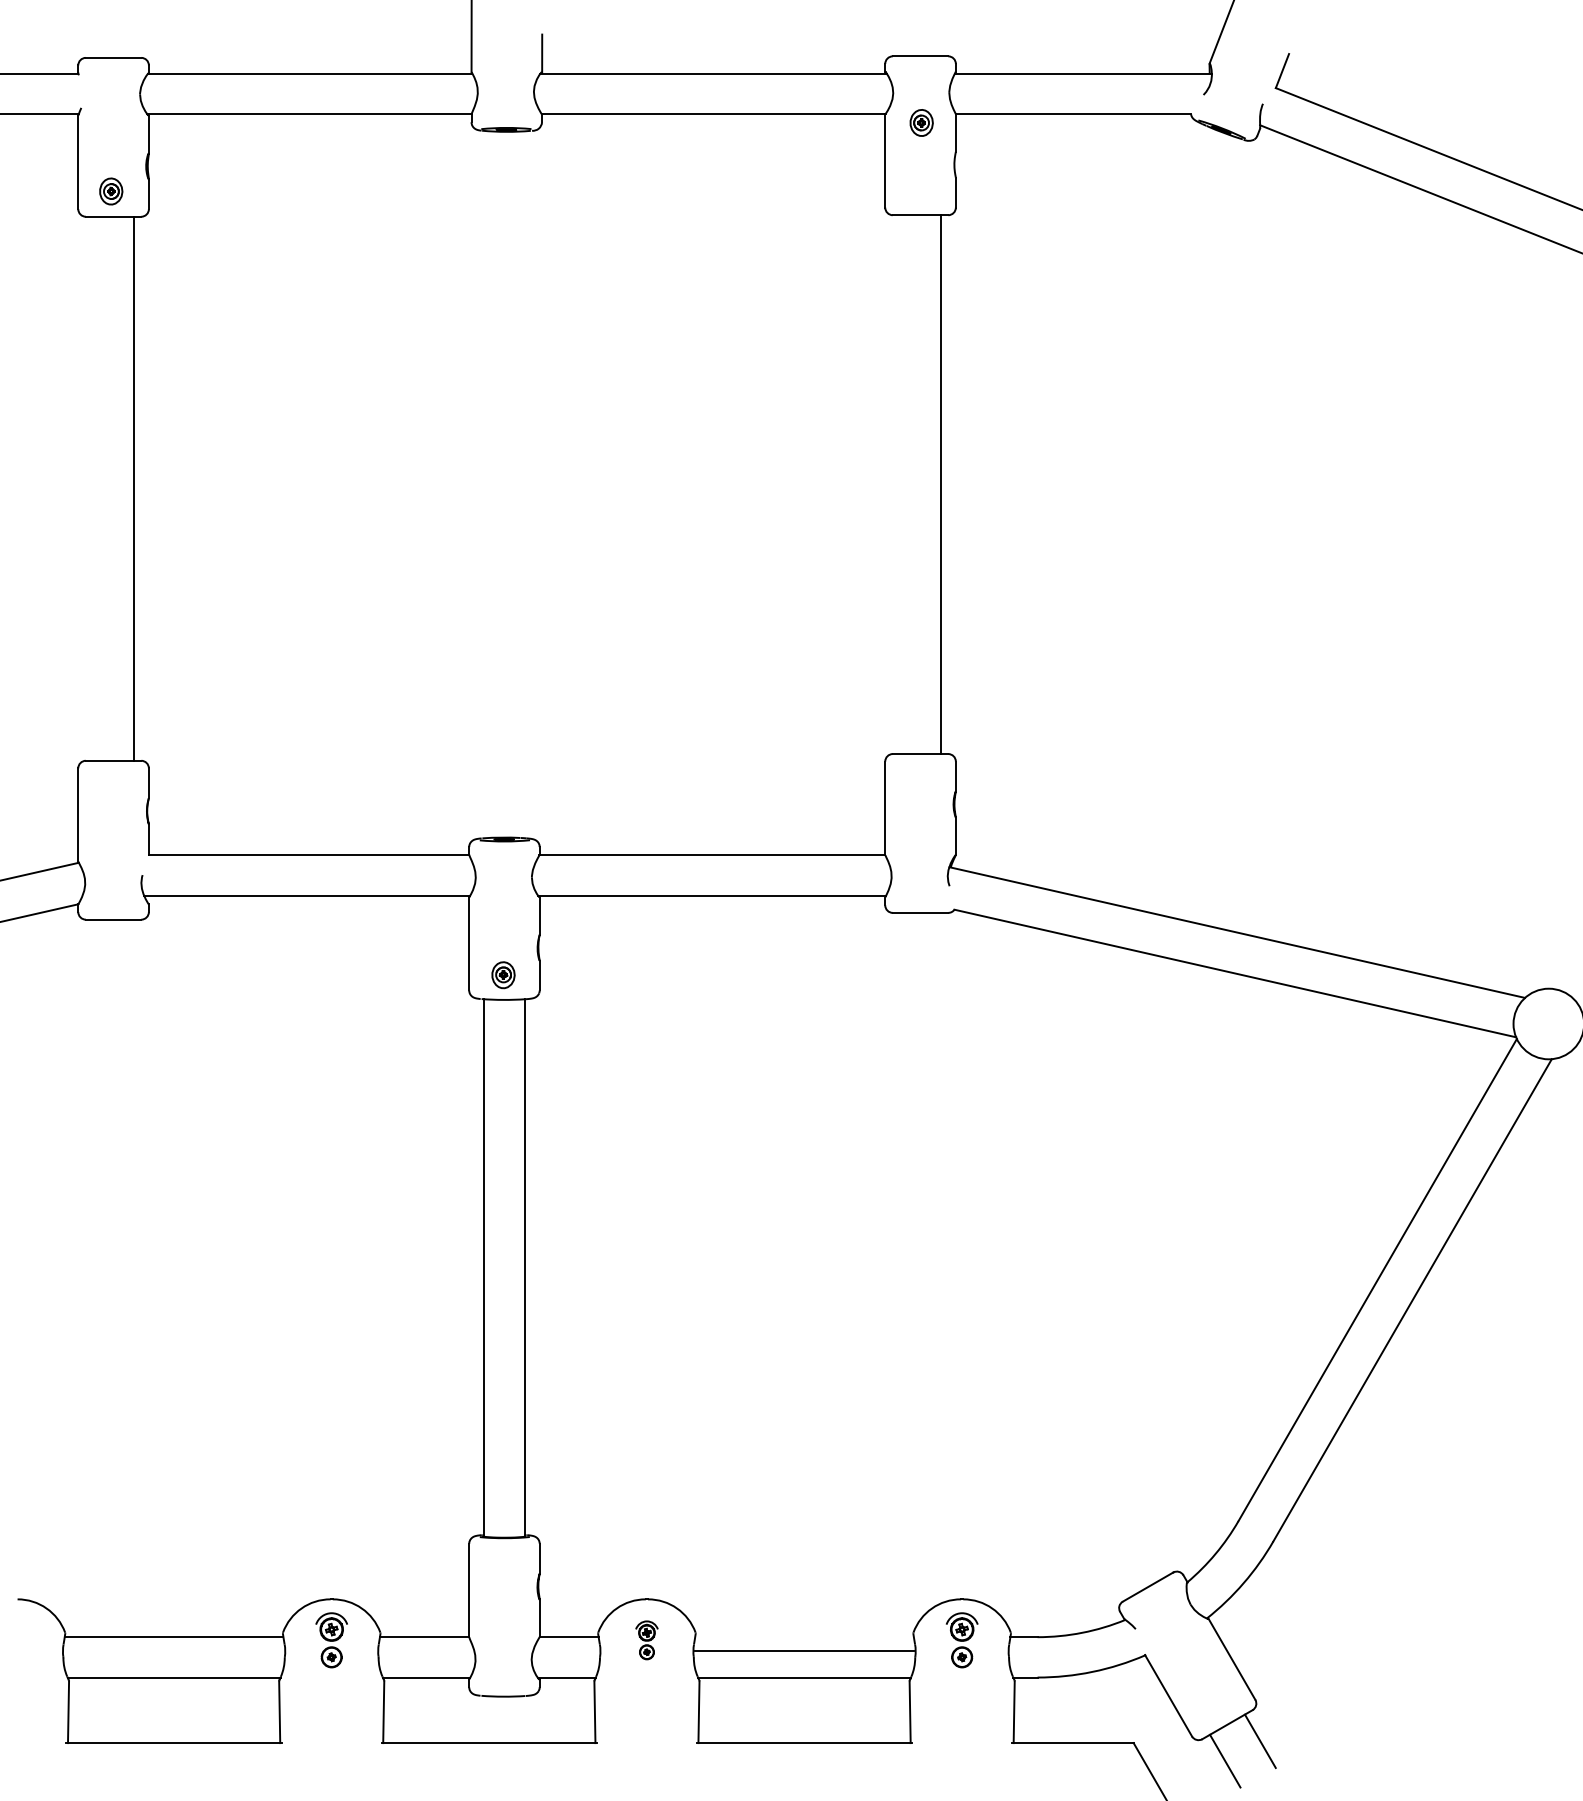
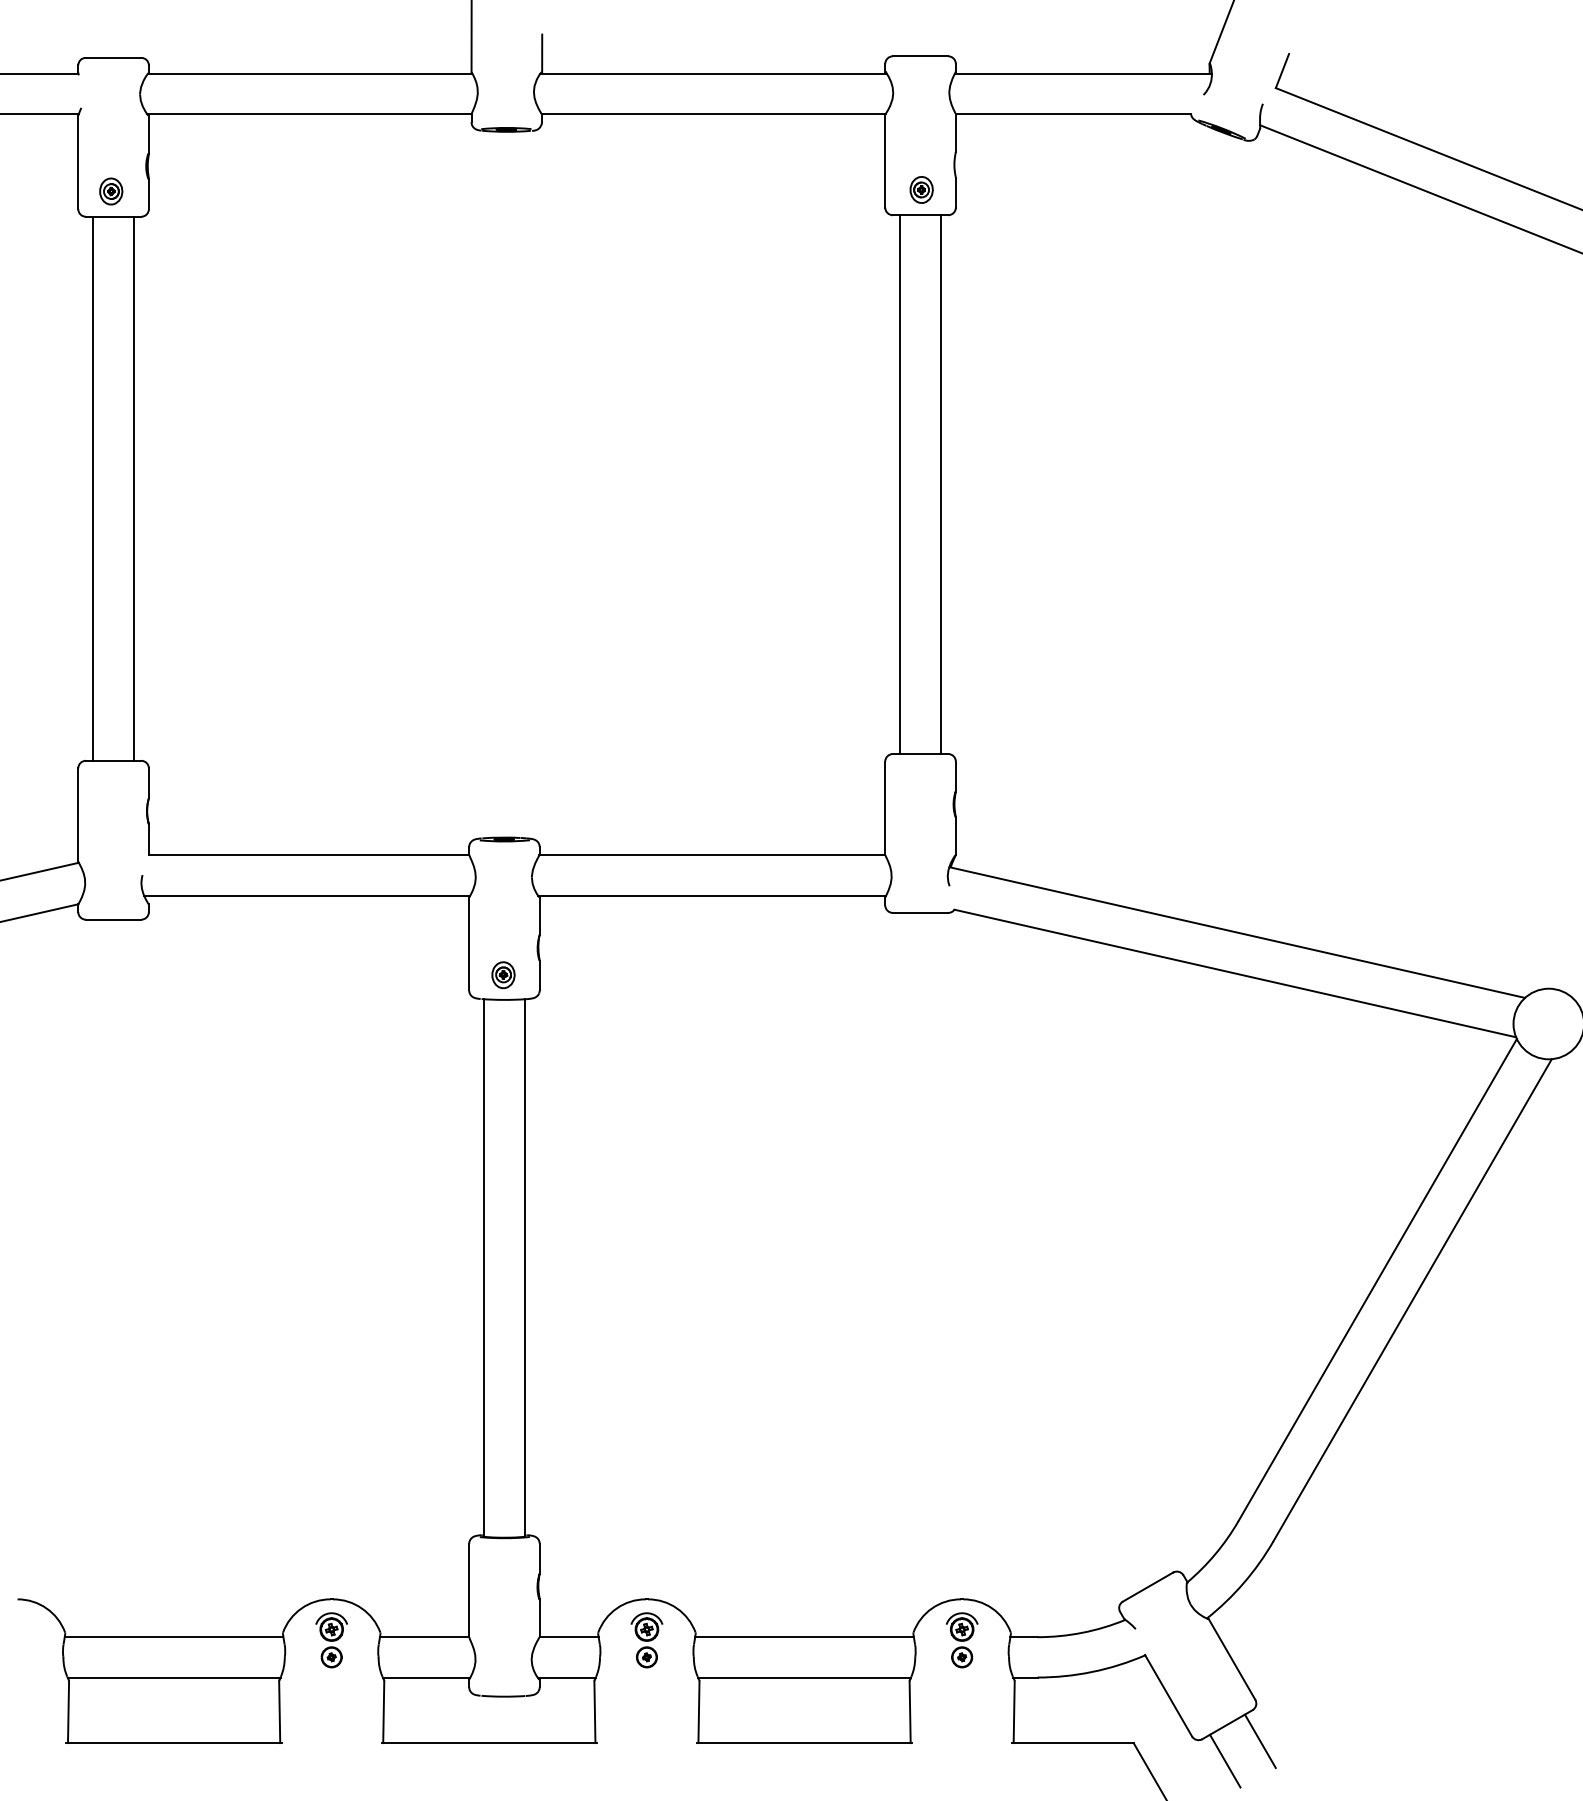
part at (921, 122) position: (921, 122) -> (921, 189)
line at (900, 484): none -> present
line at (93, 488): none -> present
part at (646, 1640) size: 24x41 px -> 34x57 px
line at (804, 1651) position: (804, 1651) -> (804, 1637)
